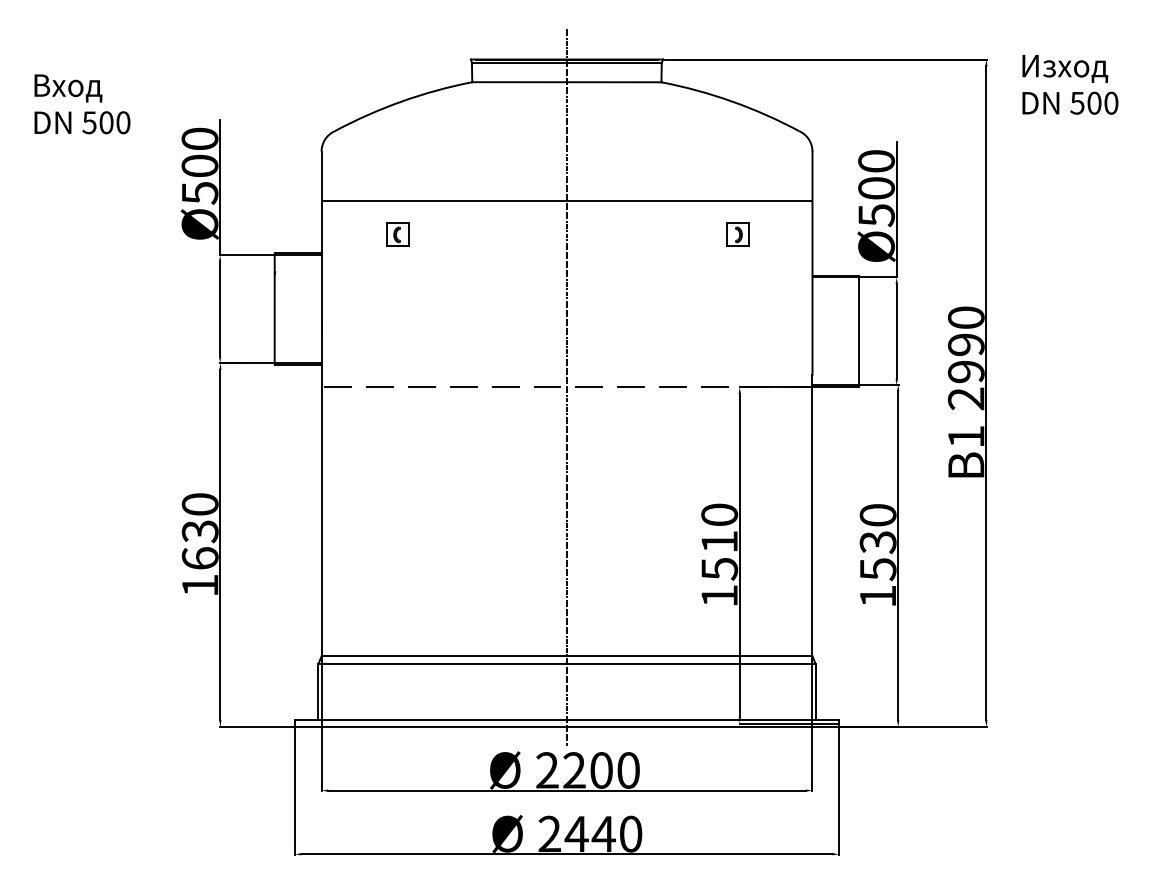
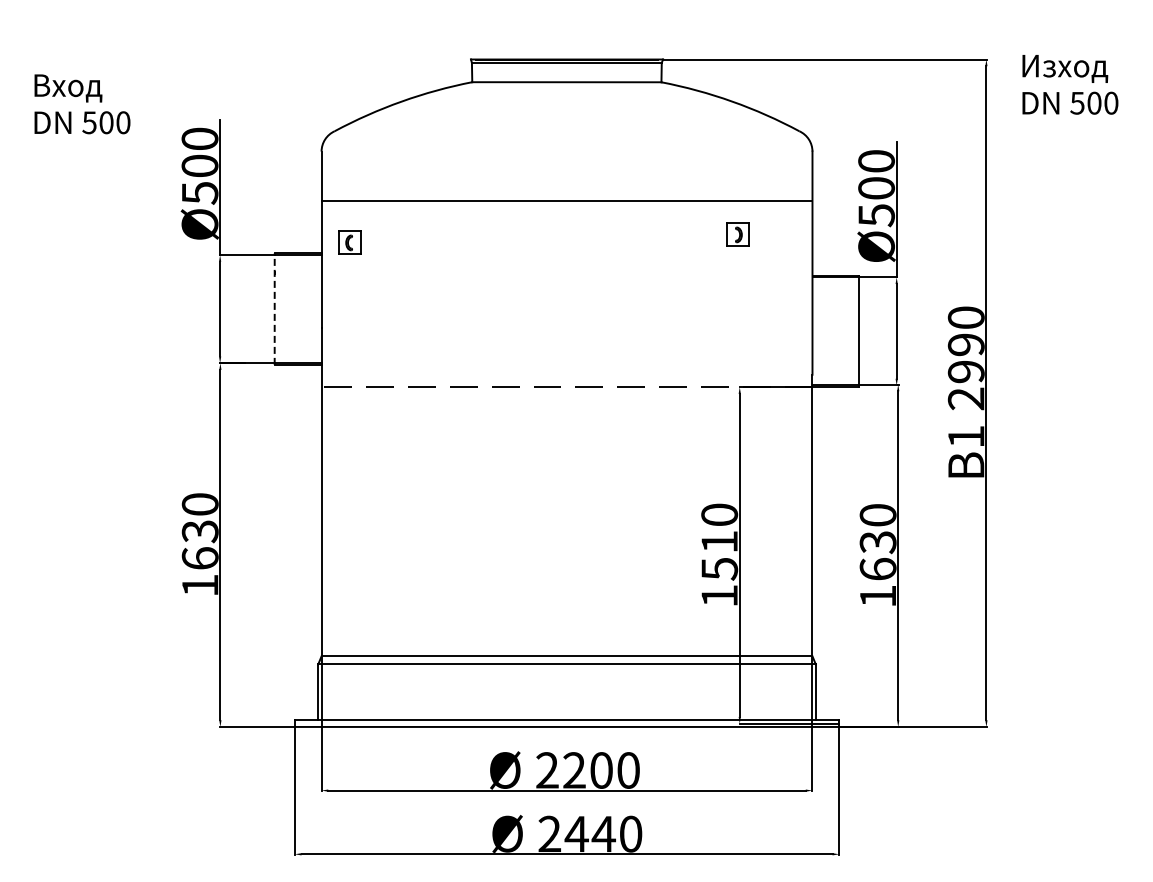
part at (397, 234) position: (397, 234) -> (349, 242)
line at (274, 309): solid -> dashed
line at (567, 385): present -> none
text at (877, 569): 1530 -> 1630
